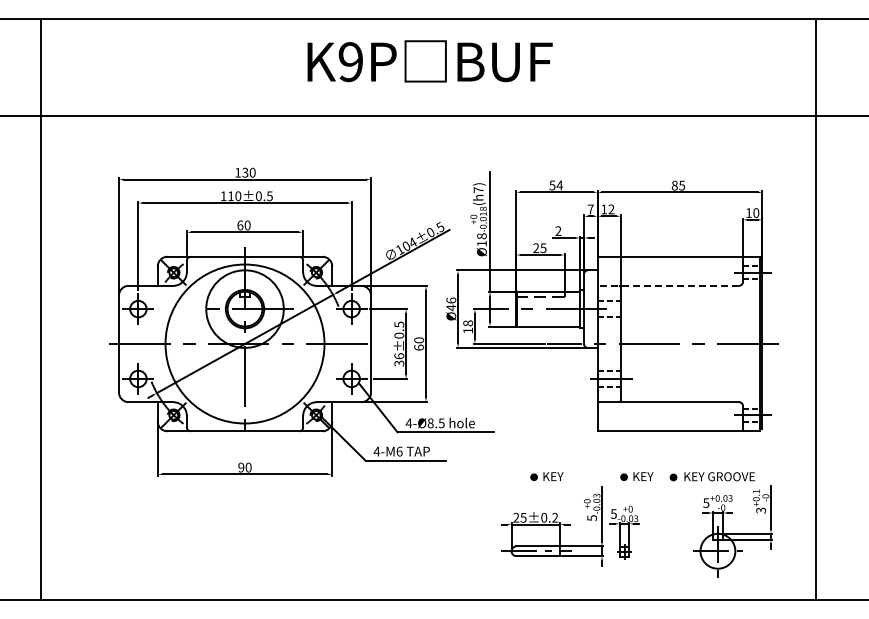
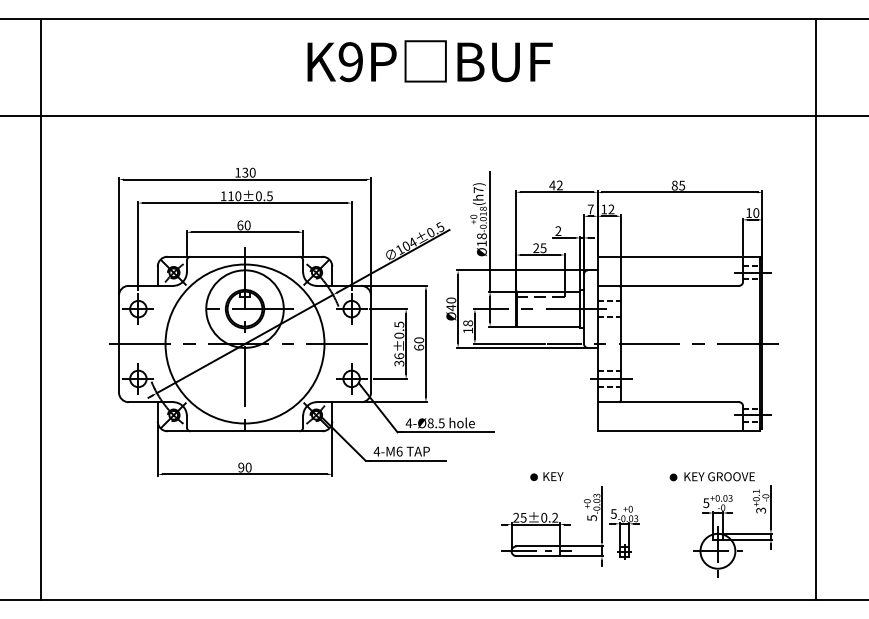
text at (556, 185): 54 -> 42
line at (668, 285): dashed -> solid
text at (450, 300): Ø46 -> Ø40
part at (636, 476): present -> none
